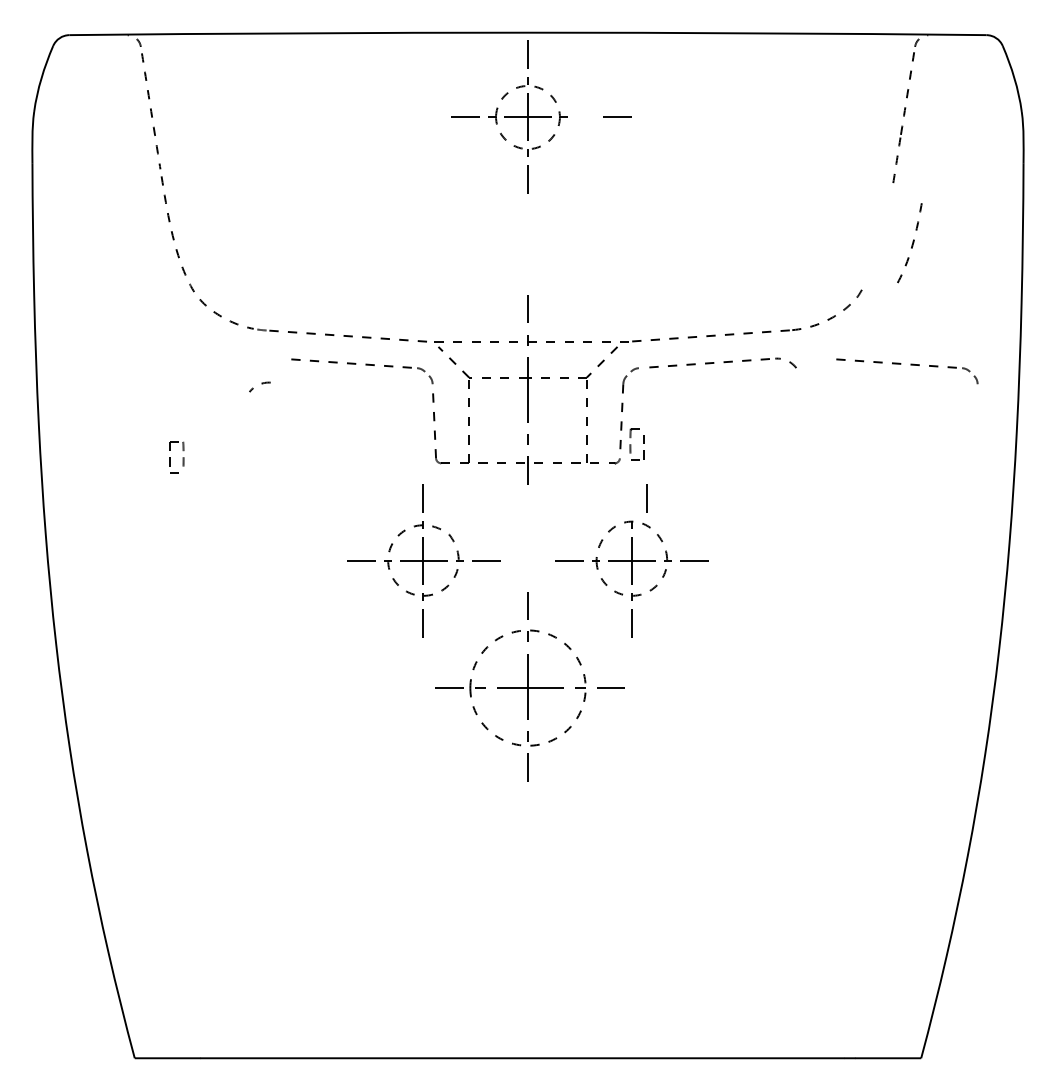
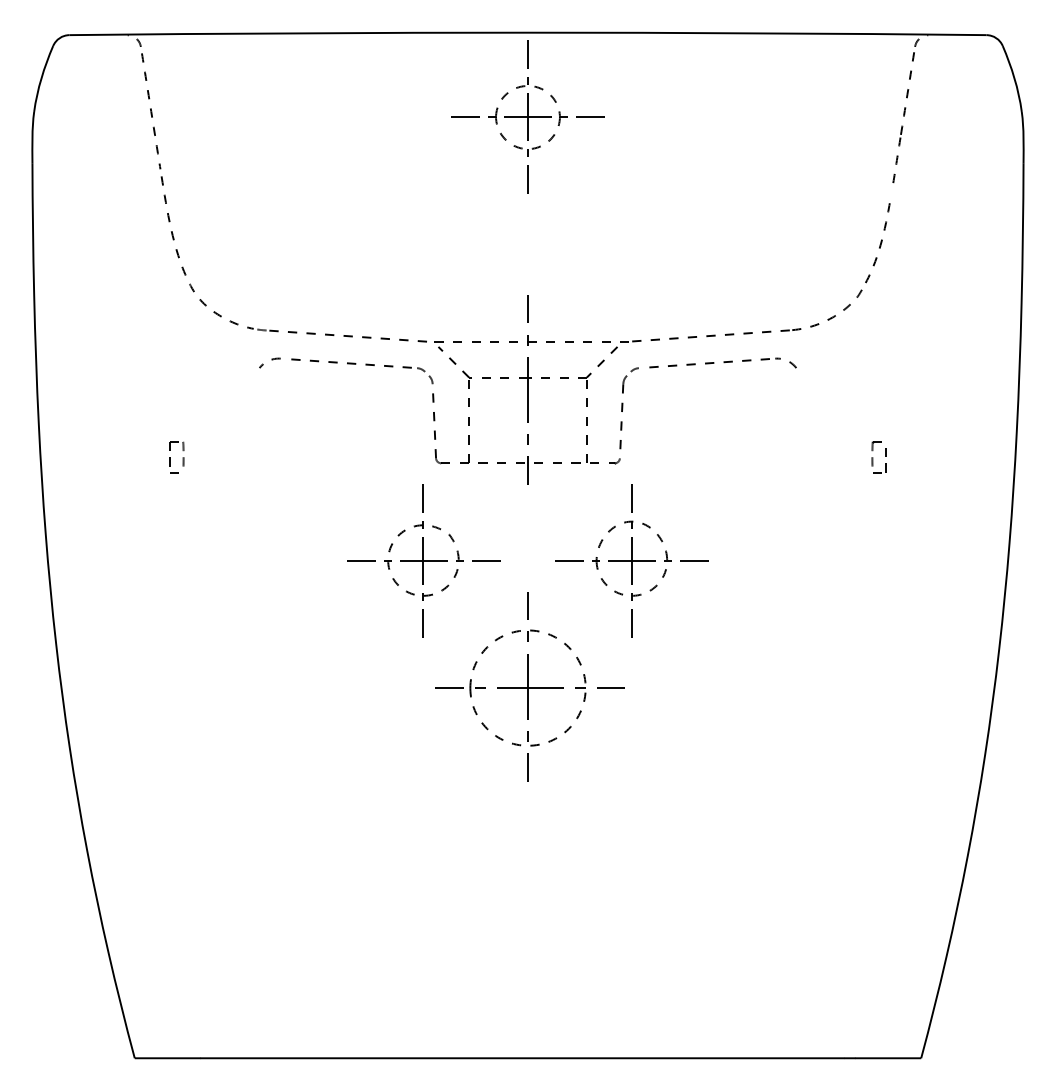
line at (617, 116) position: (617, 116) -> (590, 116)
part at (909, 243) position: (909, 243) -> (877, 243)
part at (910, 365): present -> none
part at (259, 386) position: (259, 386) -> (269, 362)
part at (636, 444) position: (636, 444) -> (878, 457)
line at (646, 498) position: (646, 498) -> (631, 498)
